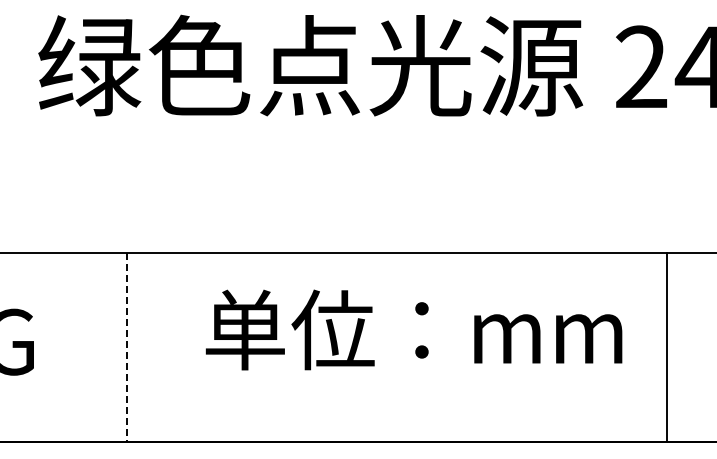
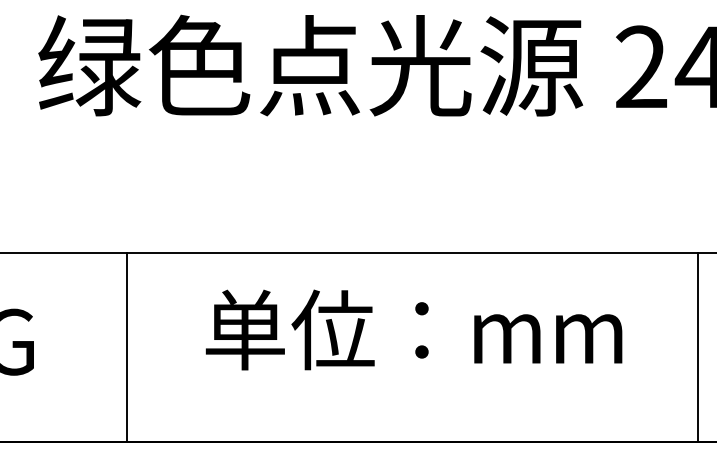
line at (666, 346) position: (666, 346) -> (697, 346)
line at (126, 347): dashed -> solid
